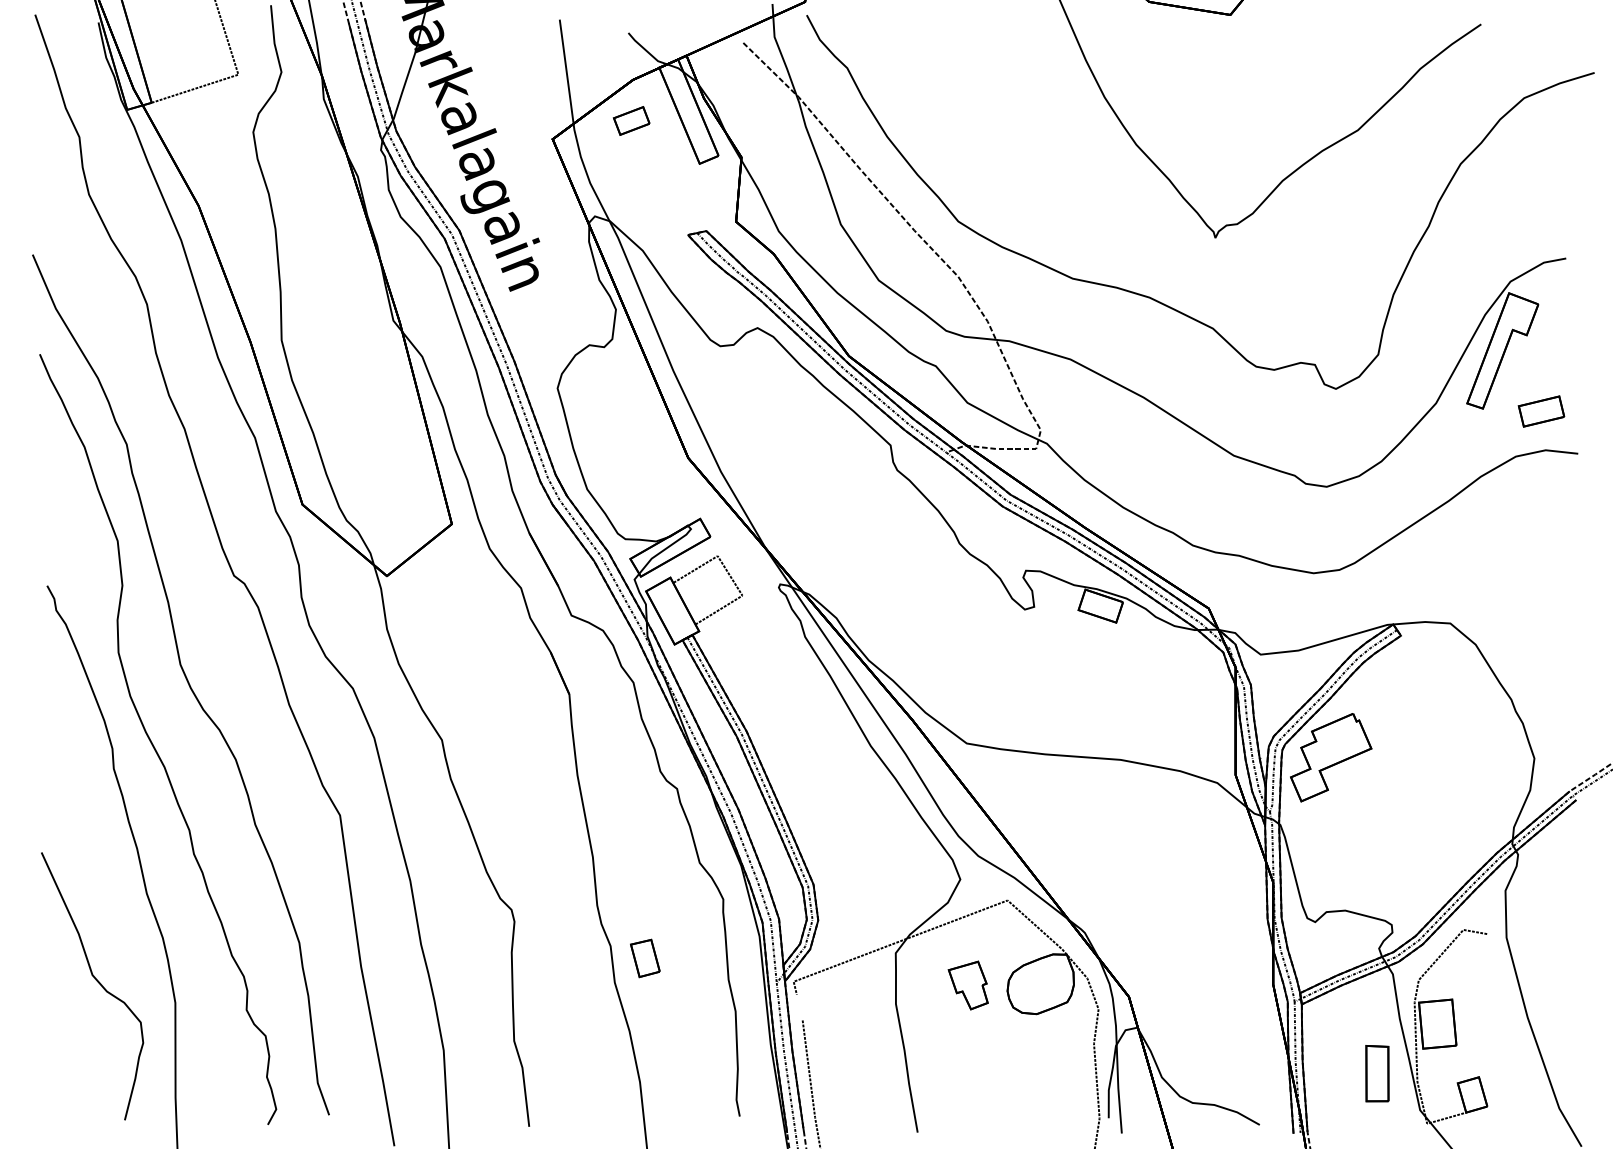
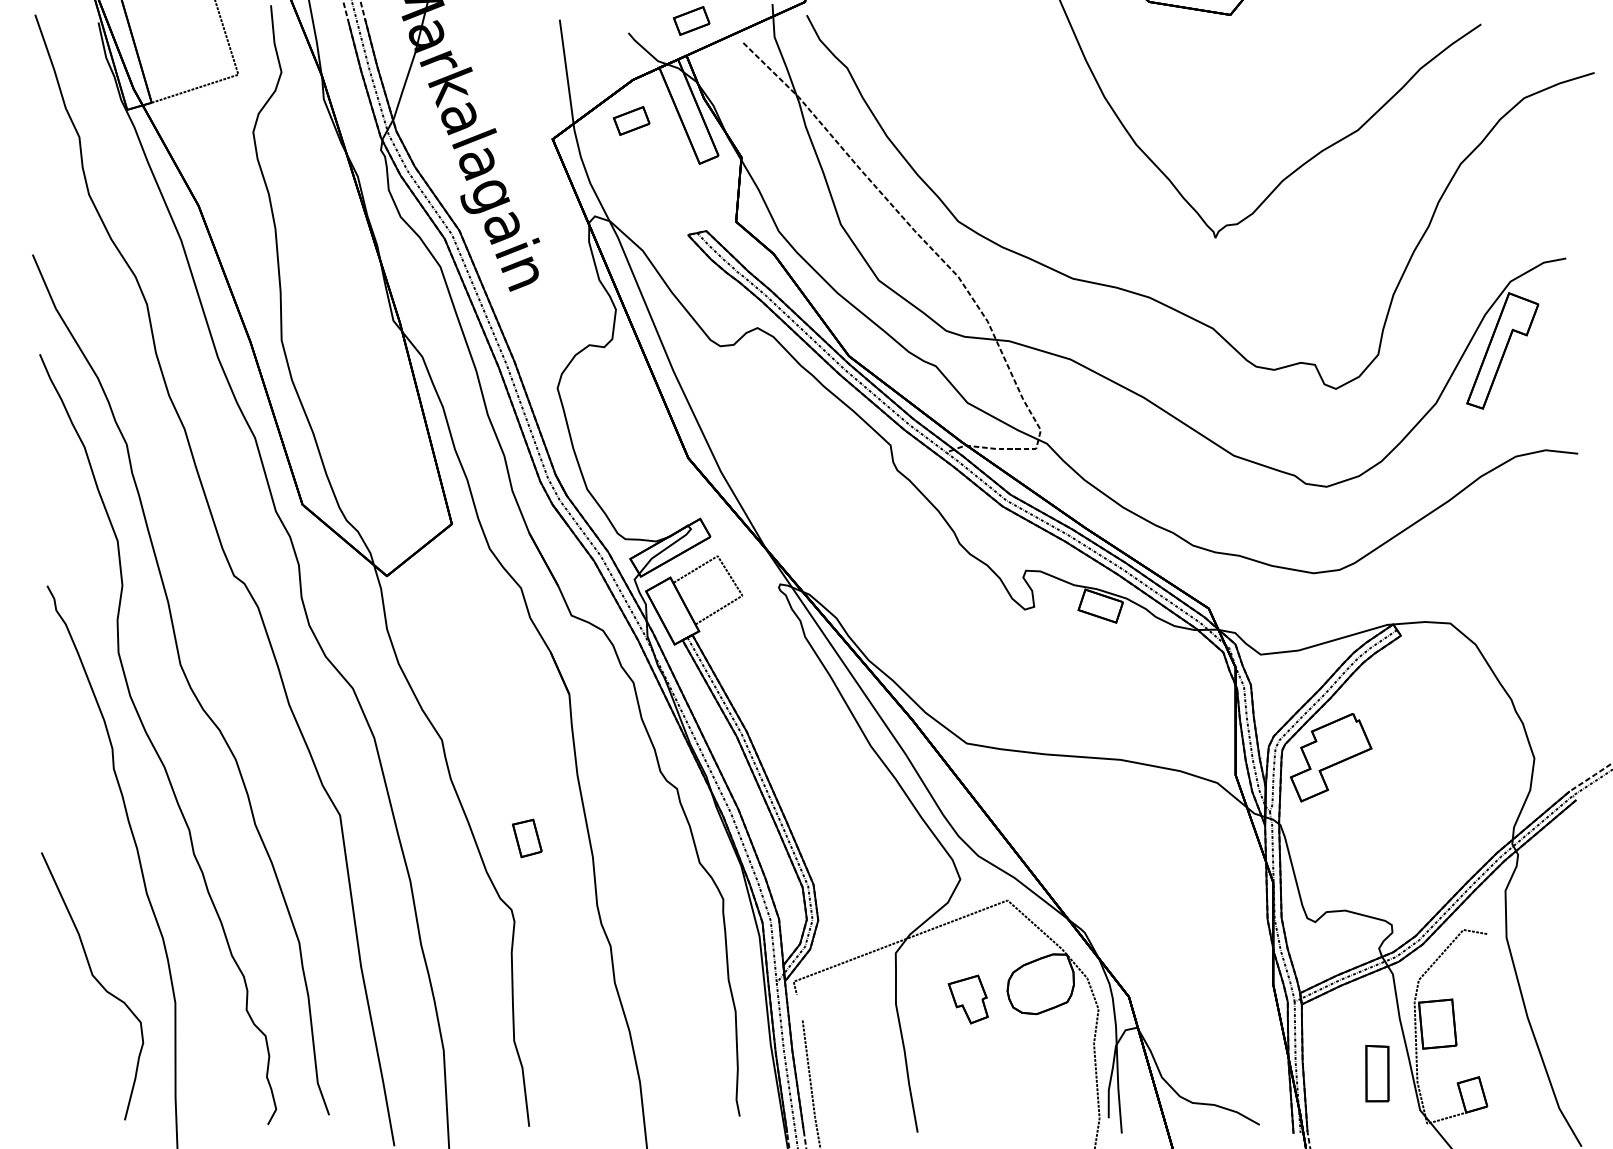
part at (691, 20): none -> present
part at (1541, 411): present -> none
part at (645, 958) position: (645, 958) -> (527, 838)
part at (967, 985) position: (967, 985) -> (967, 999)
